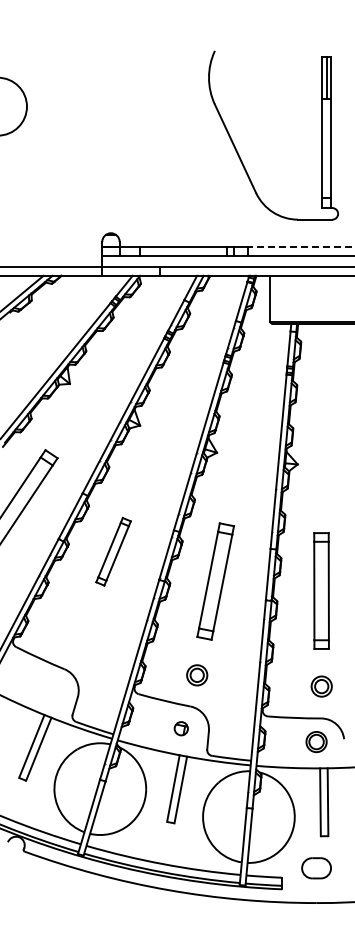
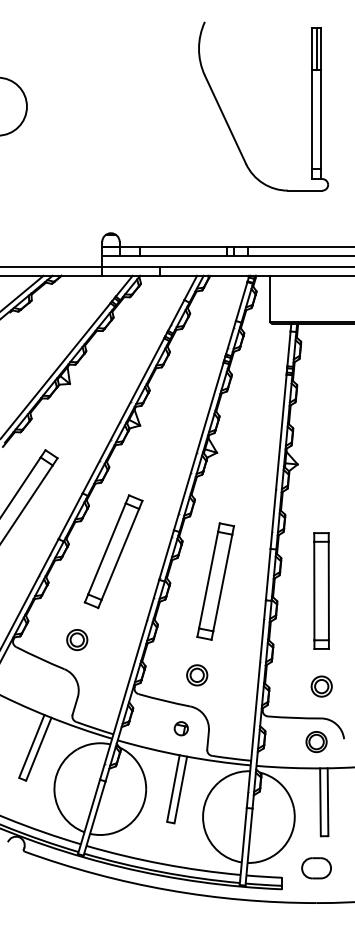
part at (238, 152) position: (238, 152) -> (228, 123)
line at (301, 247): dashed -> solid
part at (113, 551) size: 37x71 px -> 61x116 px
part at (77, 640): none -> present
